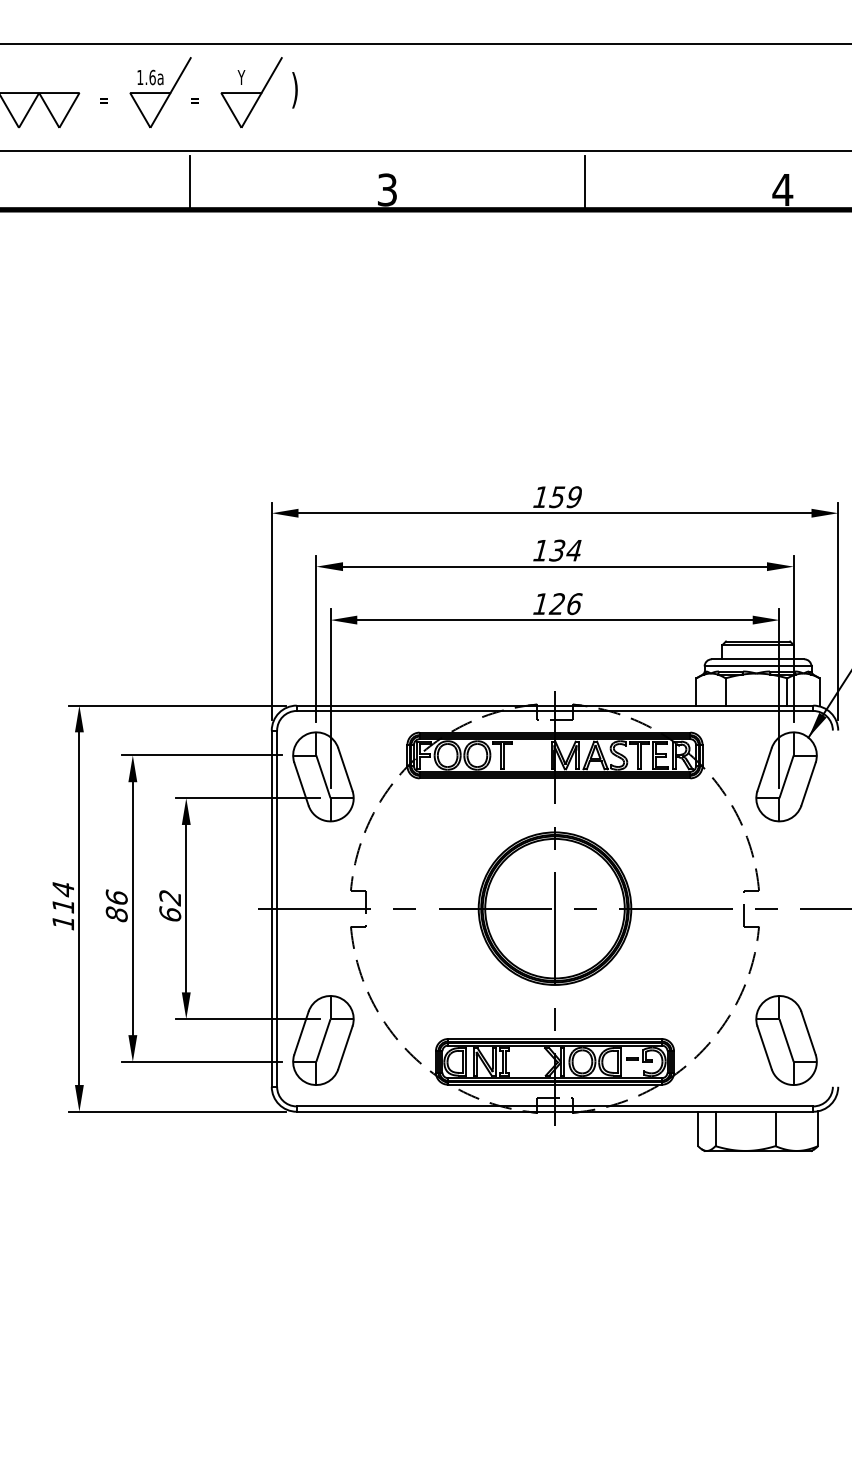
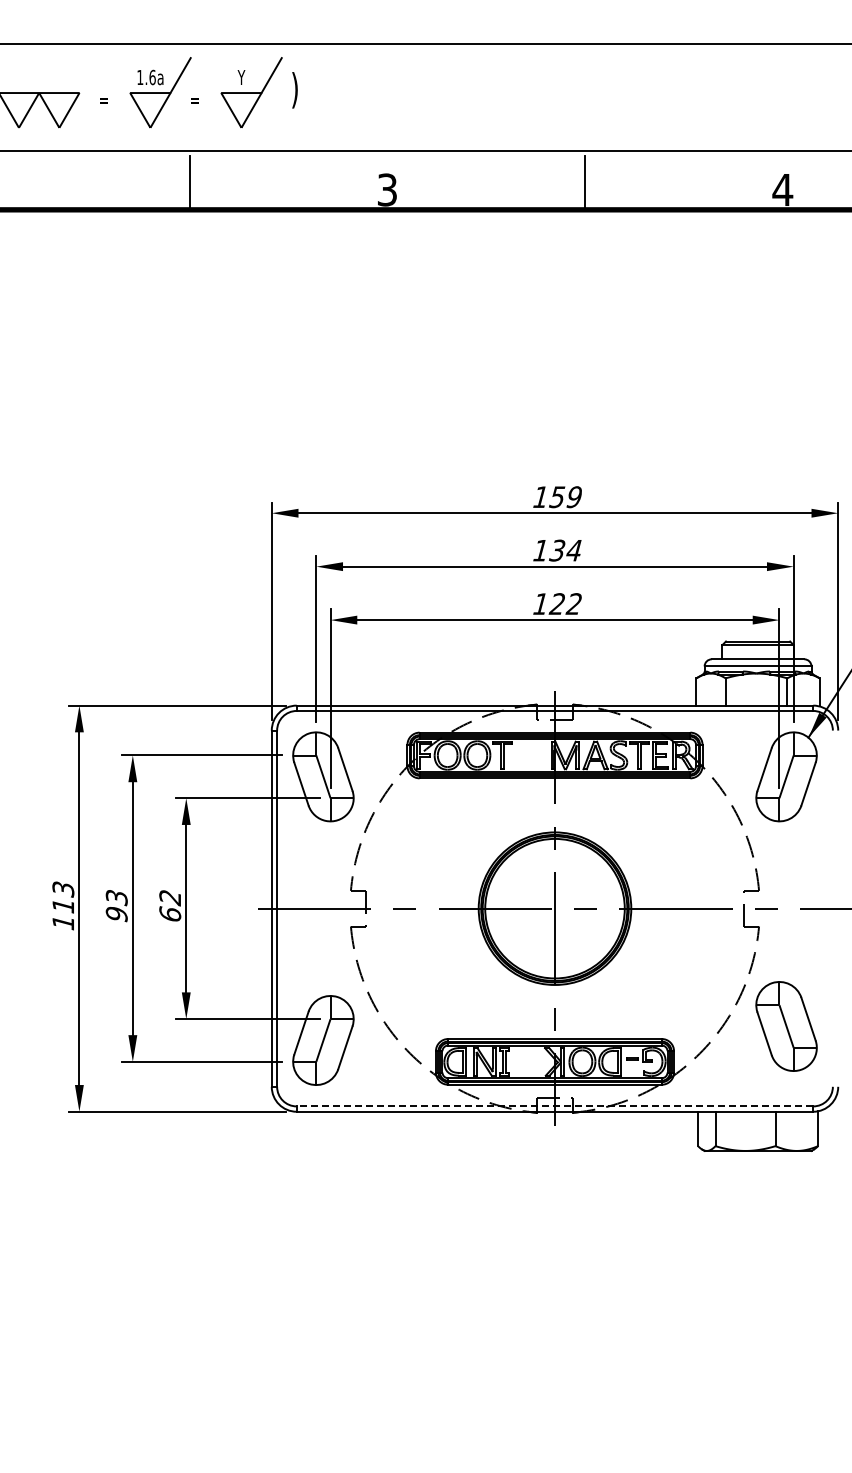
text at (573, 604): 126 -> 122
text at (63, 889): 114 -> 113
text at (116, 905): 86 -> 93
part at (786, 1040) position: (786, 1040) -> (786, 1026)
line at (554, 1106): solid -> dashed
